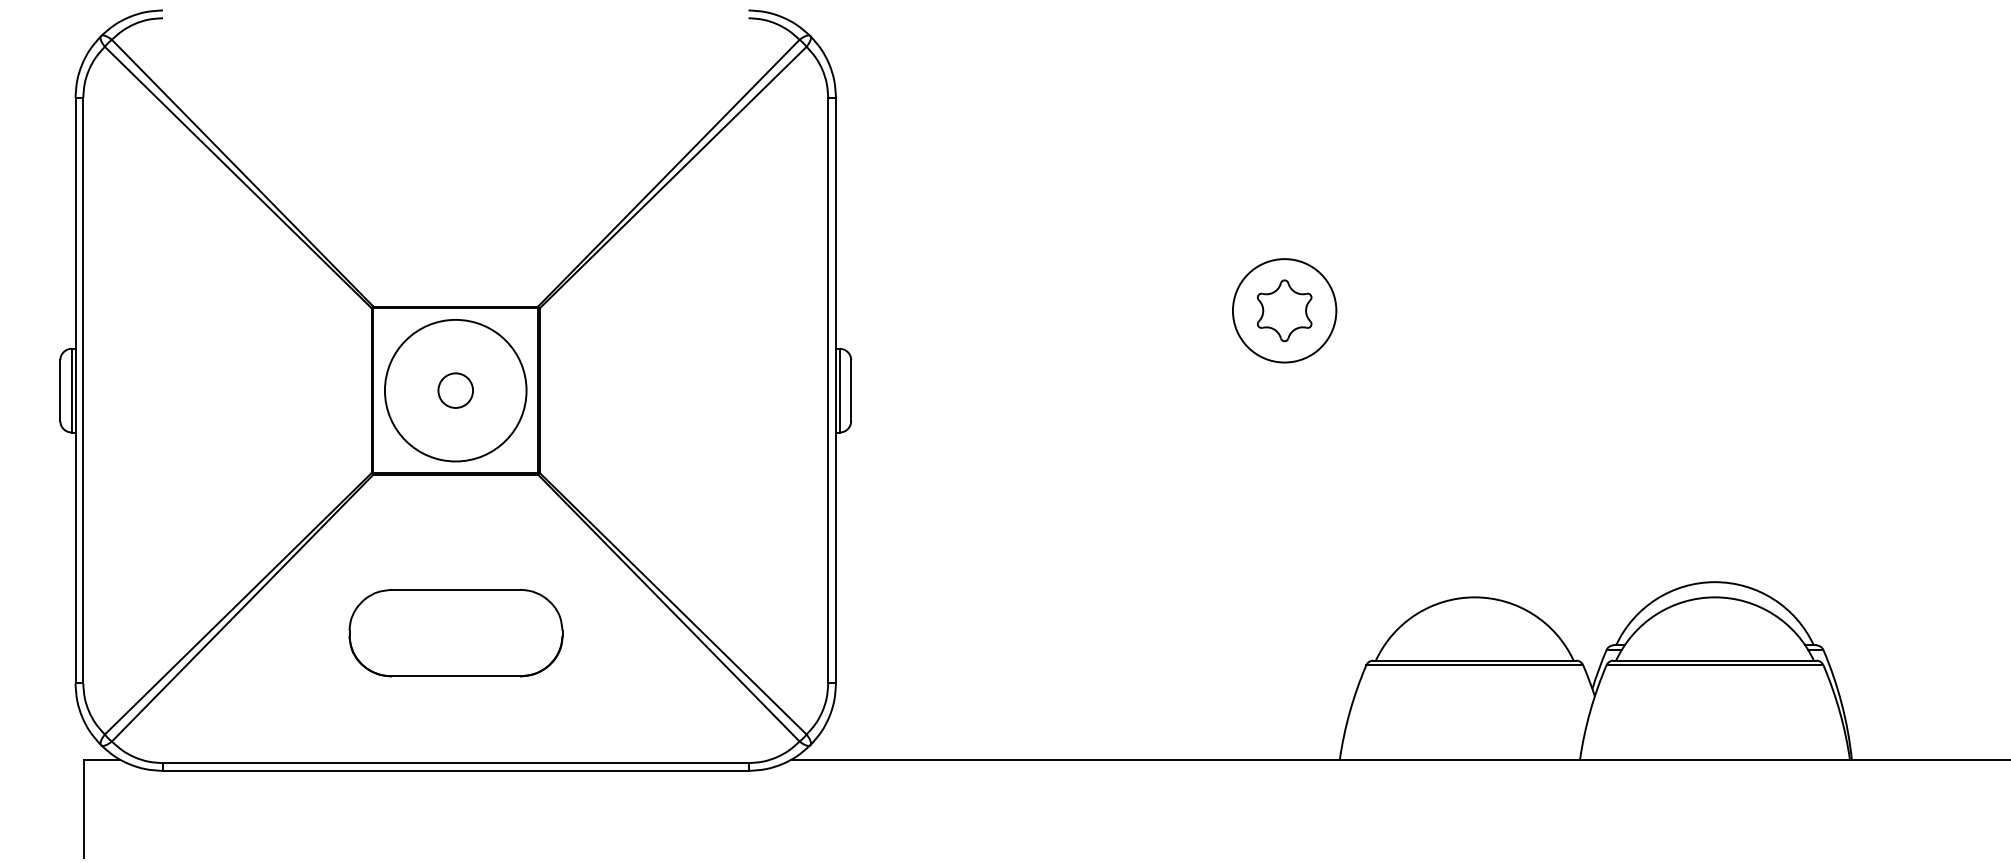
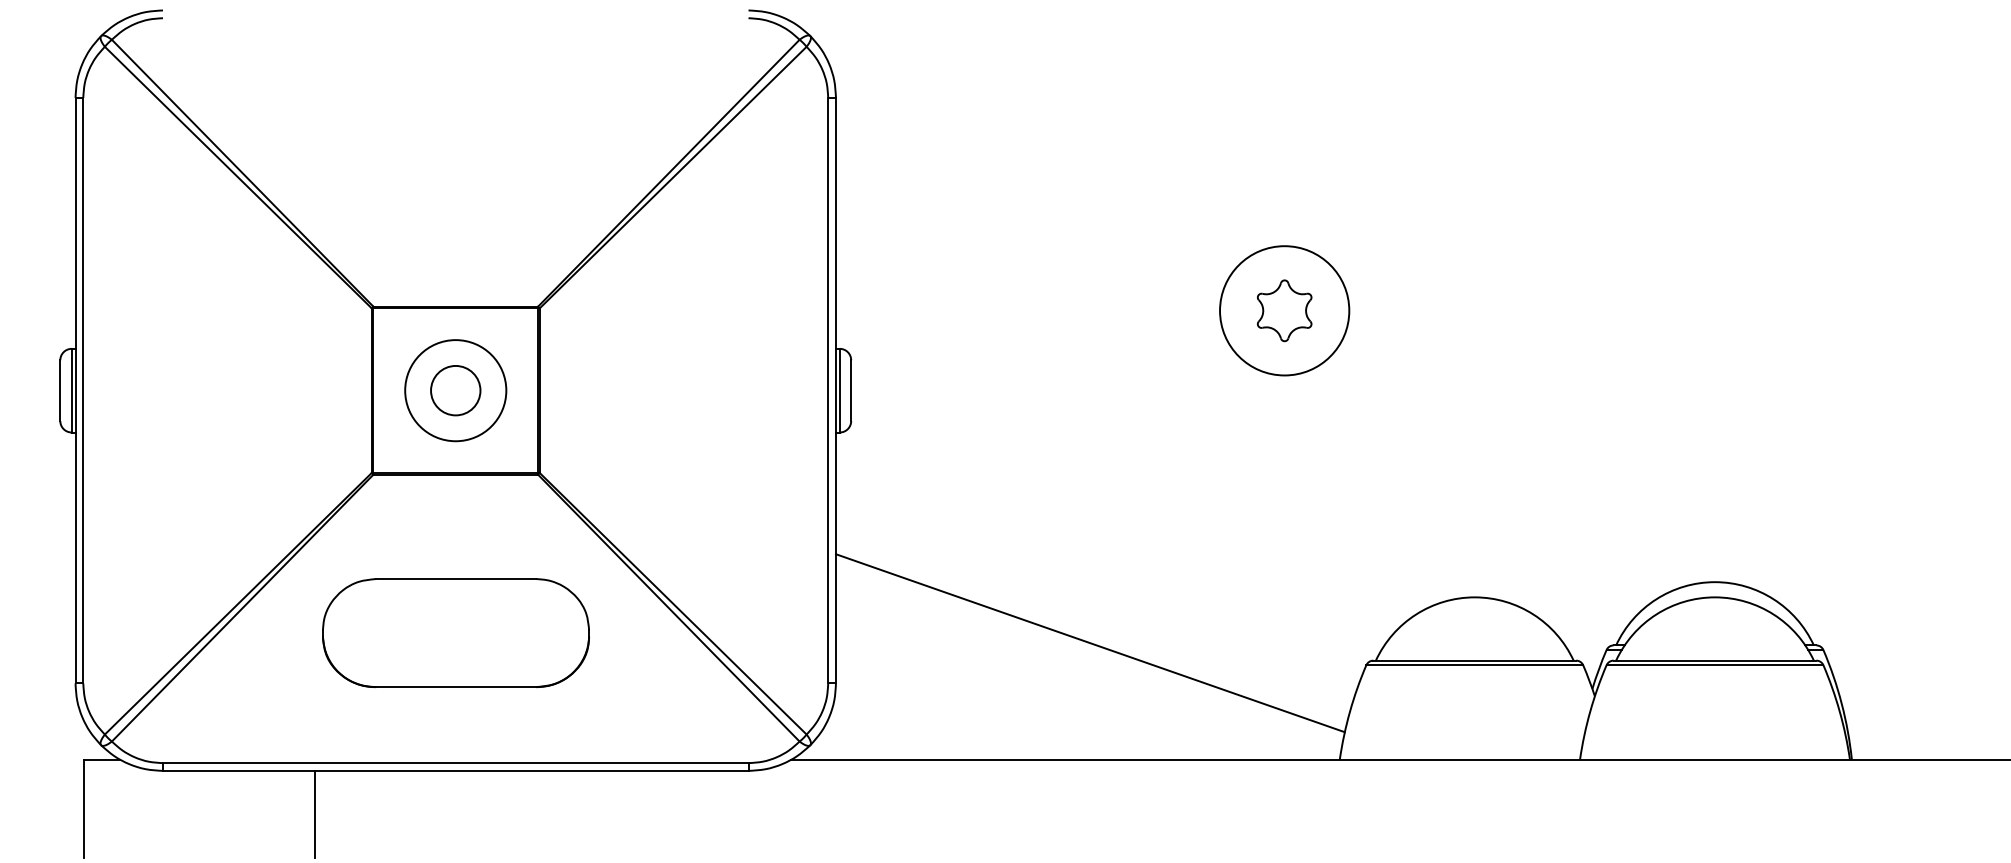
circle at (1284, 310) diameter: 103 px -> 129 px
circle at (455, 390) diameter: 142 px -> 101 px
circle at (455, 390) diameter: 35 px -> 49 px
part at (455, 633) size: 216x89 px -> 268x110 px
line at (1089, 643): none -> present
line at (314, 814): none -> present
